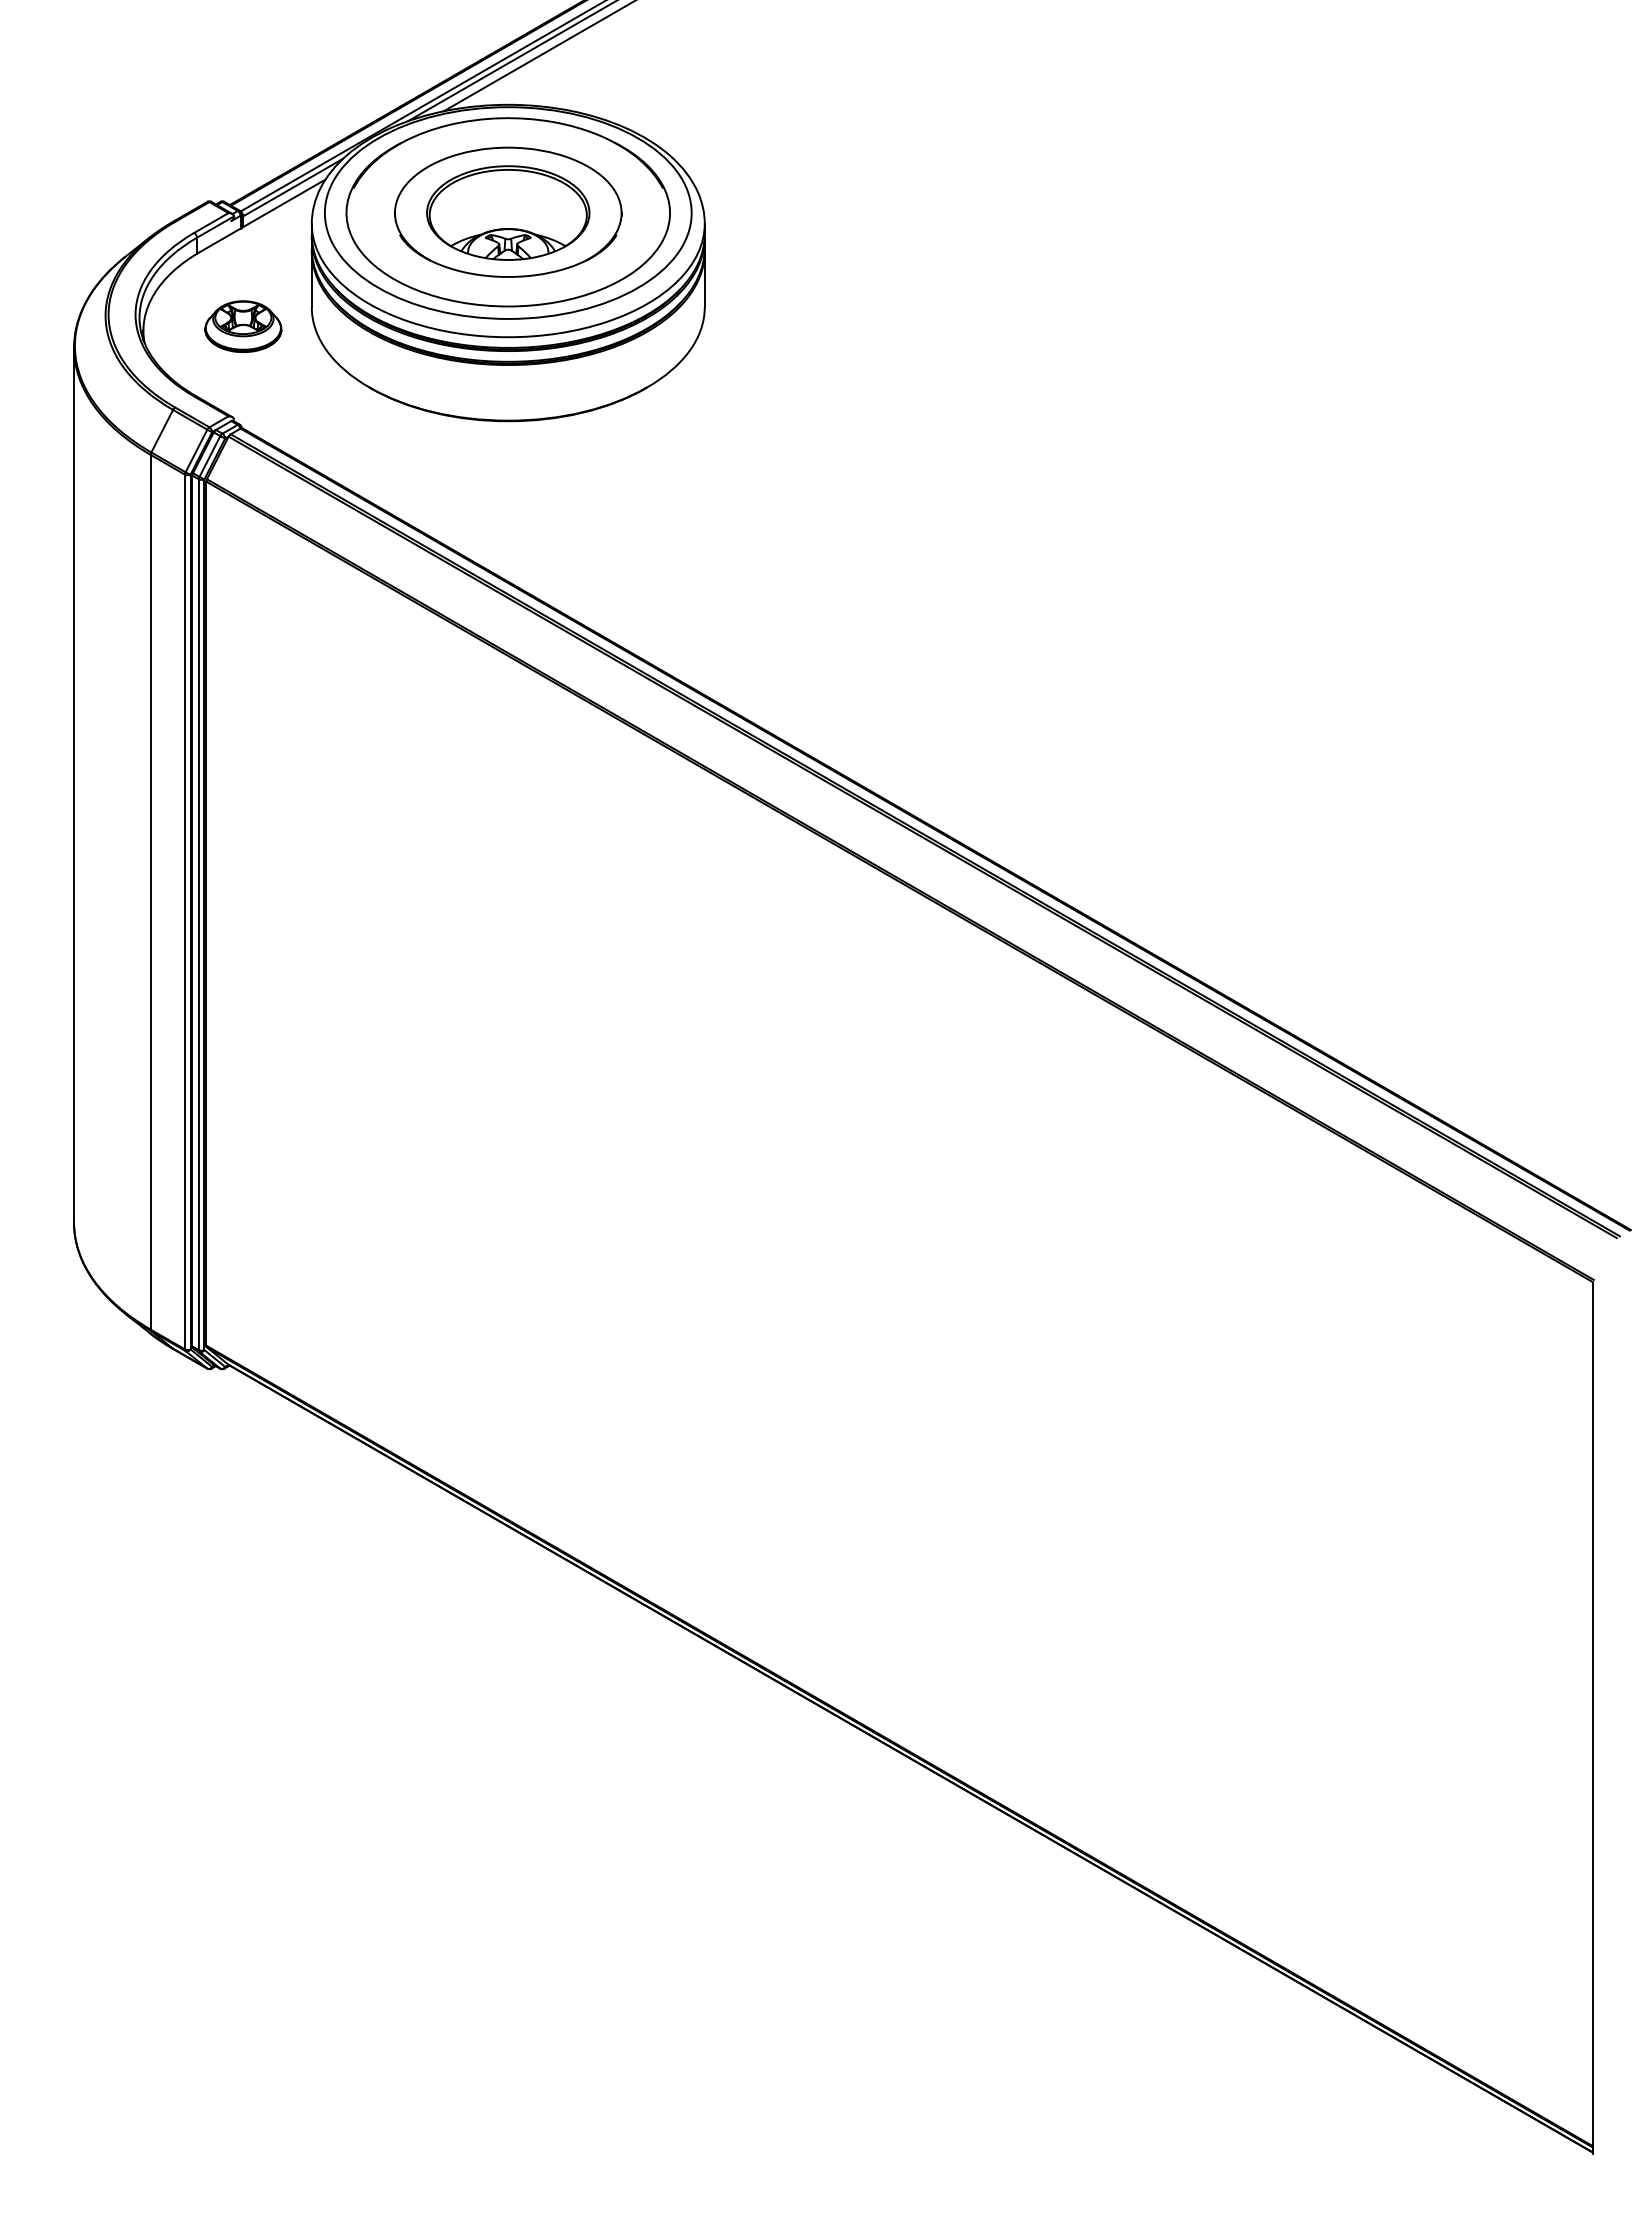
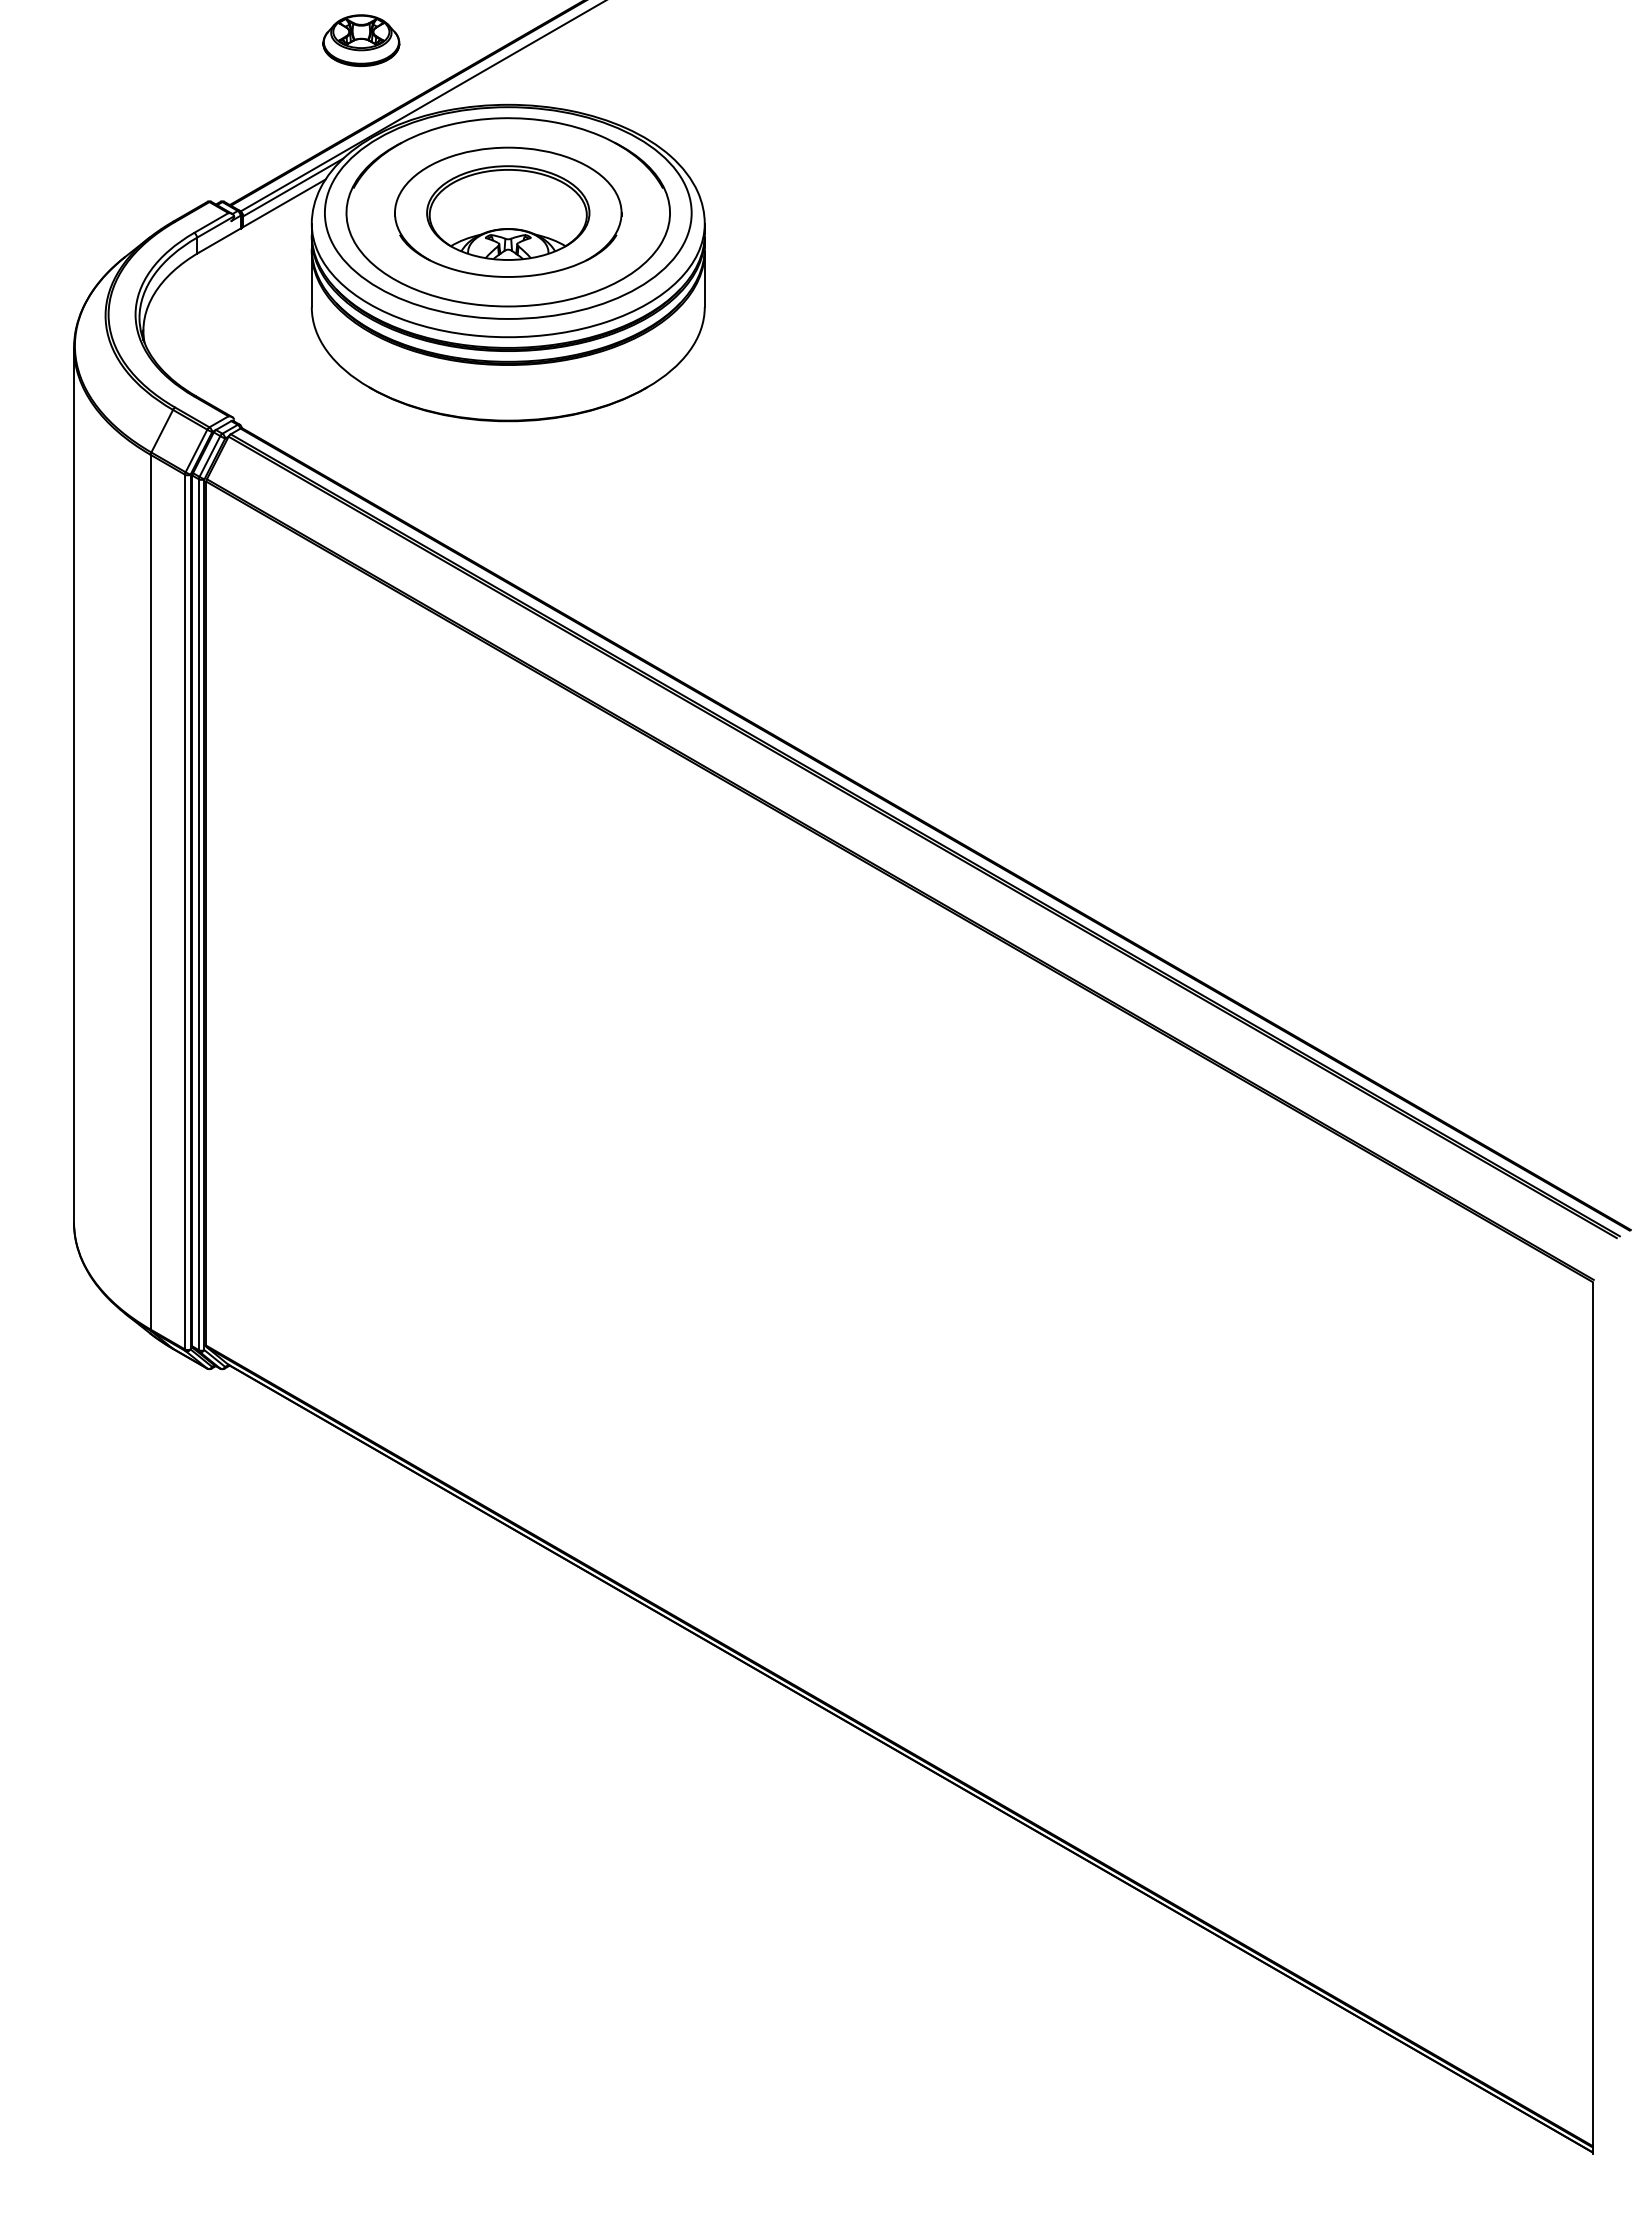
line at (537, 56): present -> none
line at (511, 61): present -> none
part at (243, 326) position: (243, 326) -> (361, 40)
